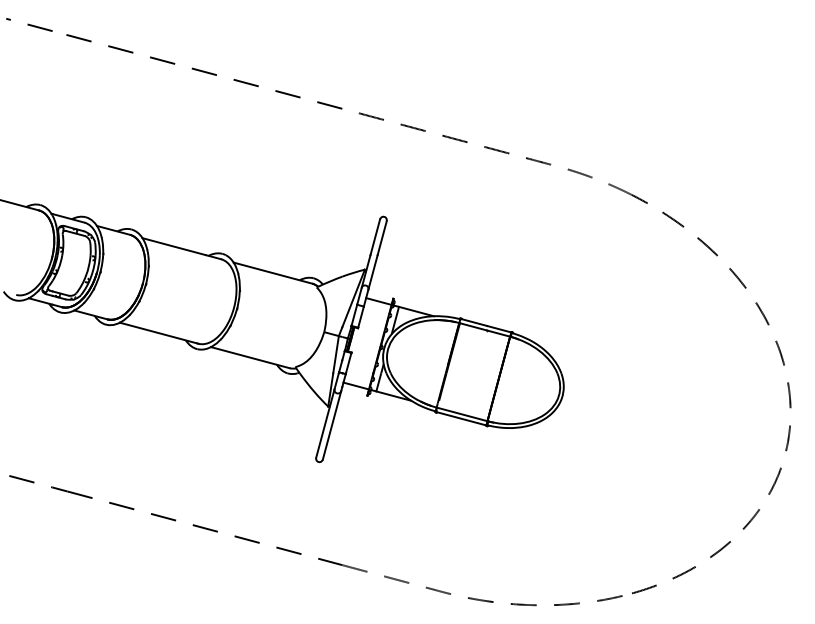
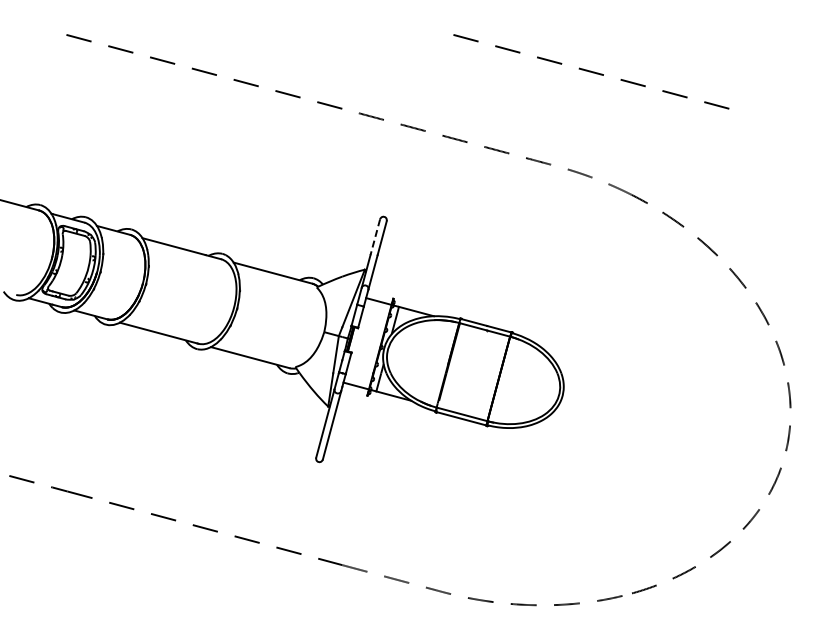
line at (29, 24): present -> none
line at (591, 71): none -> present
line at (375, 237): solid -> dashed
